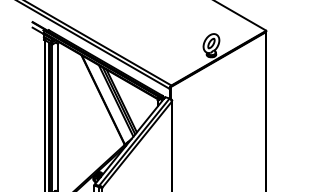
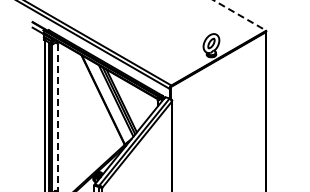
line at (240, 15): solid -> dashed
line at (58, 117): solid -> dashed
